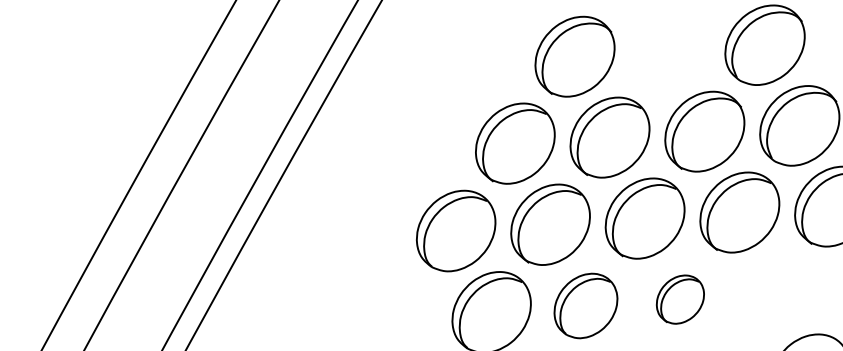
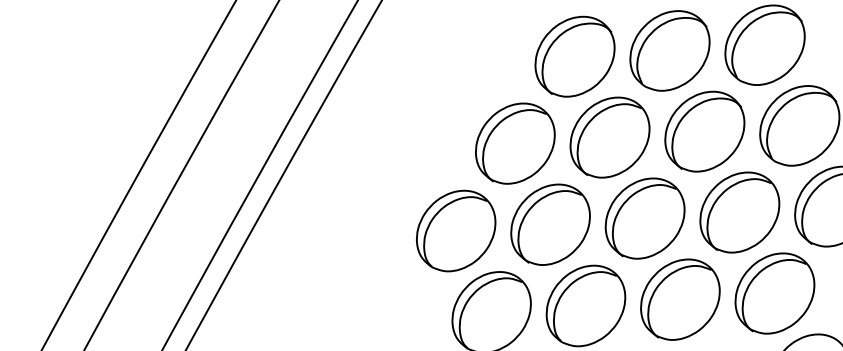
part at (669, 50): none -> present
part at (774, 293): none -> present
part at (679, 299) size: 50x51 px -> 81x83 px
part at (585, 305) size: 66x68 px -> 82x84 px
